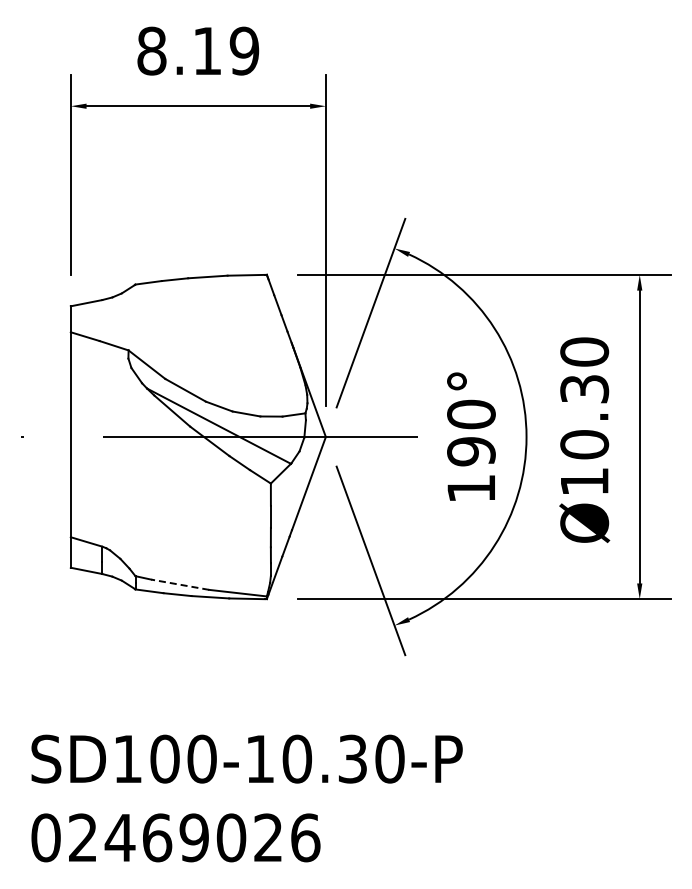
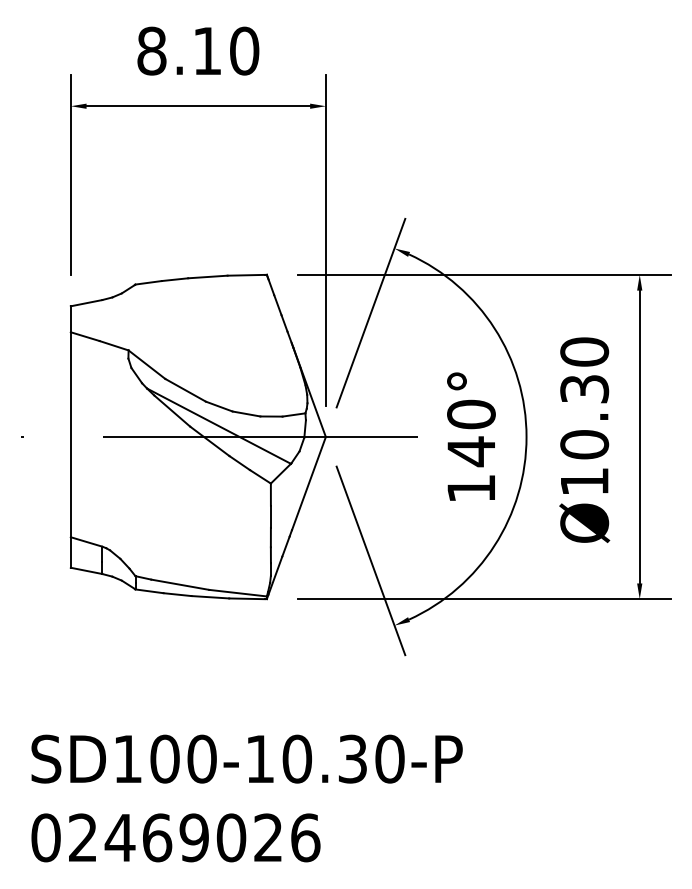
text at (244, 50): 8.19 -> 8.10
text at (471, 451): 190° -> 140°
line at (179, 584): dashed -> solid
